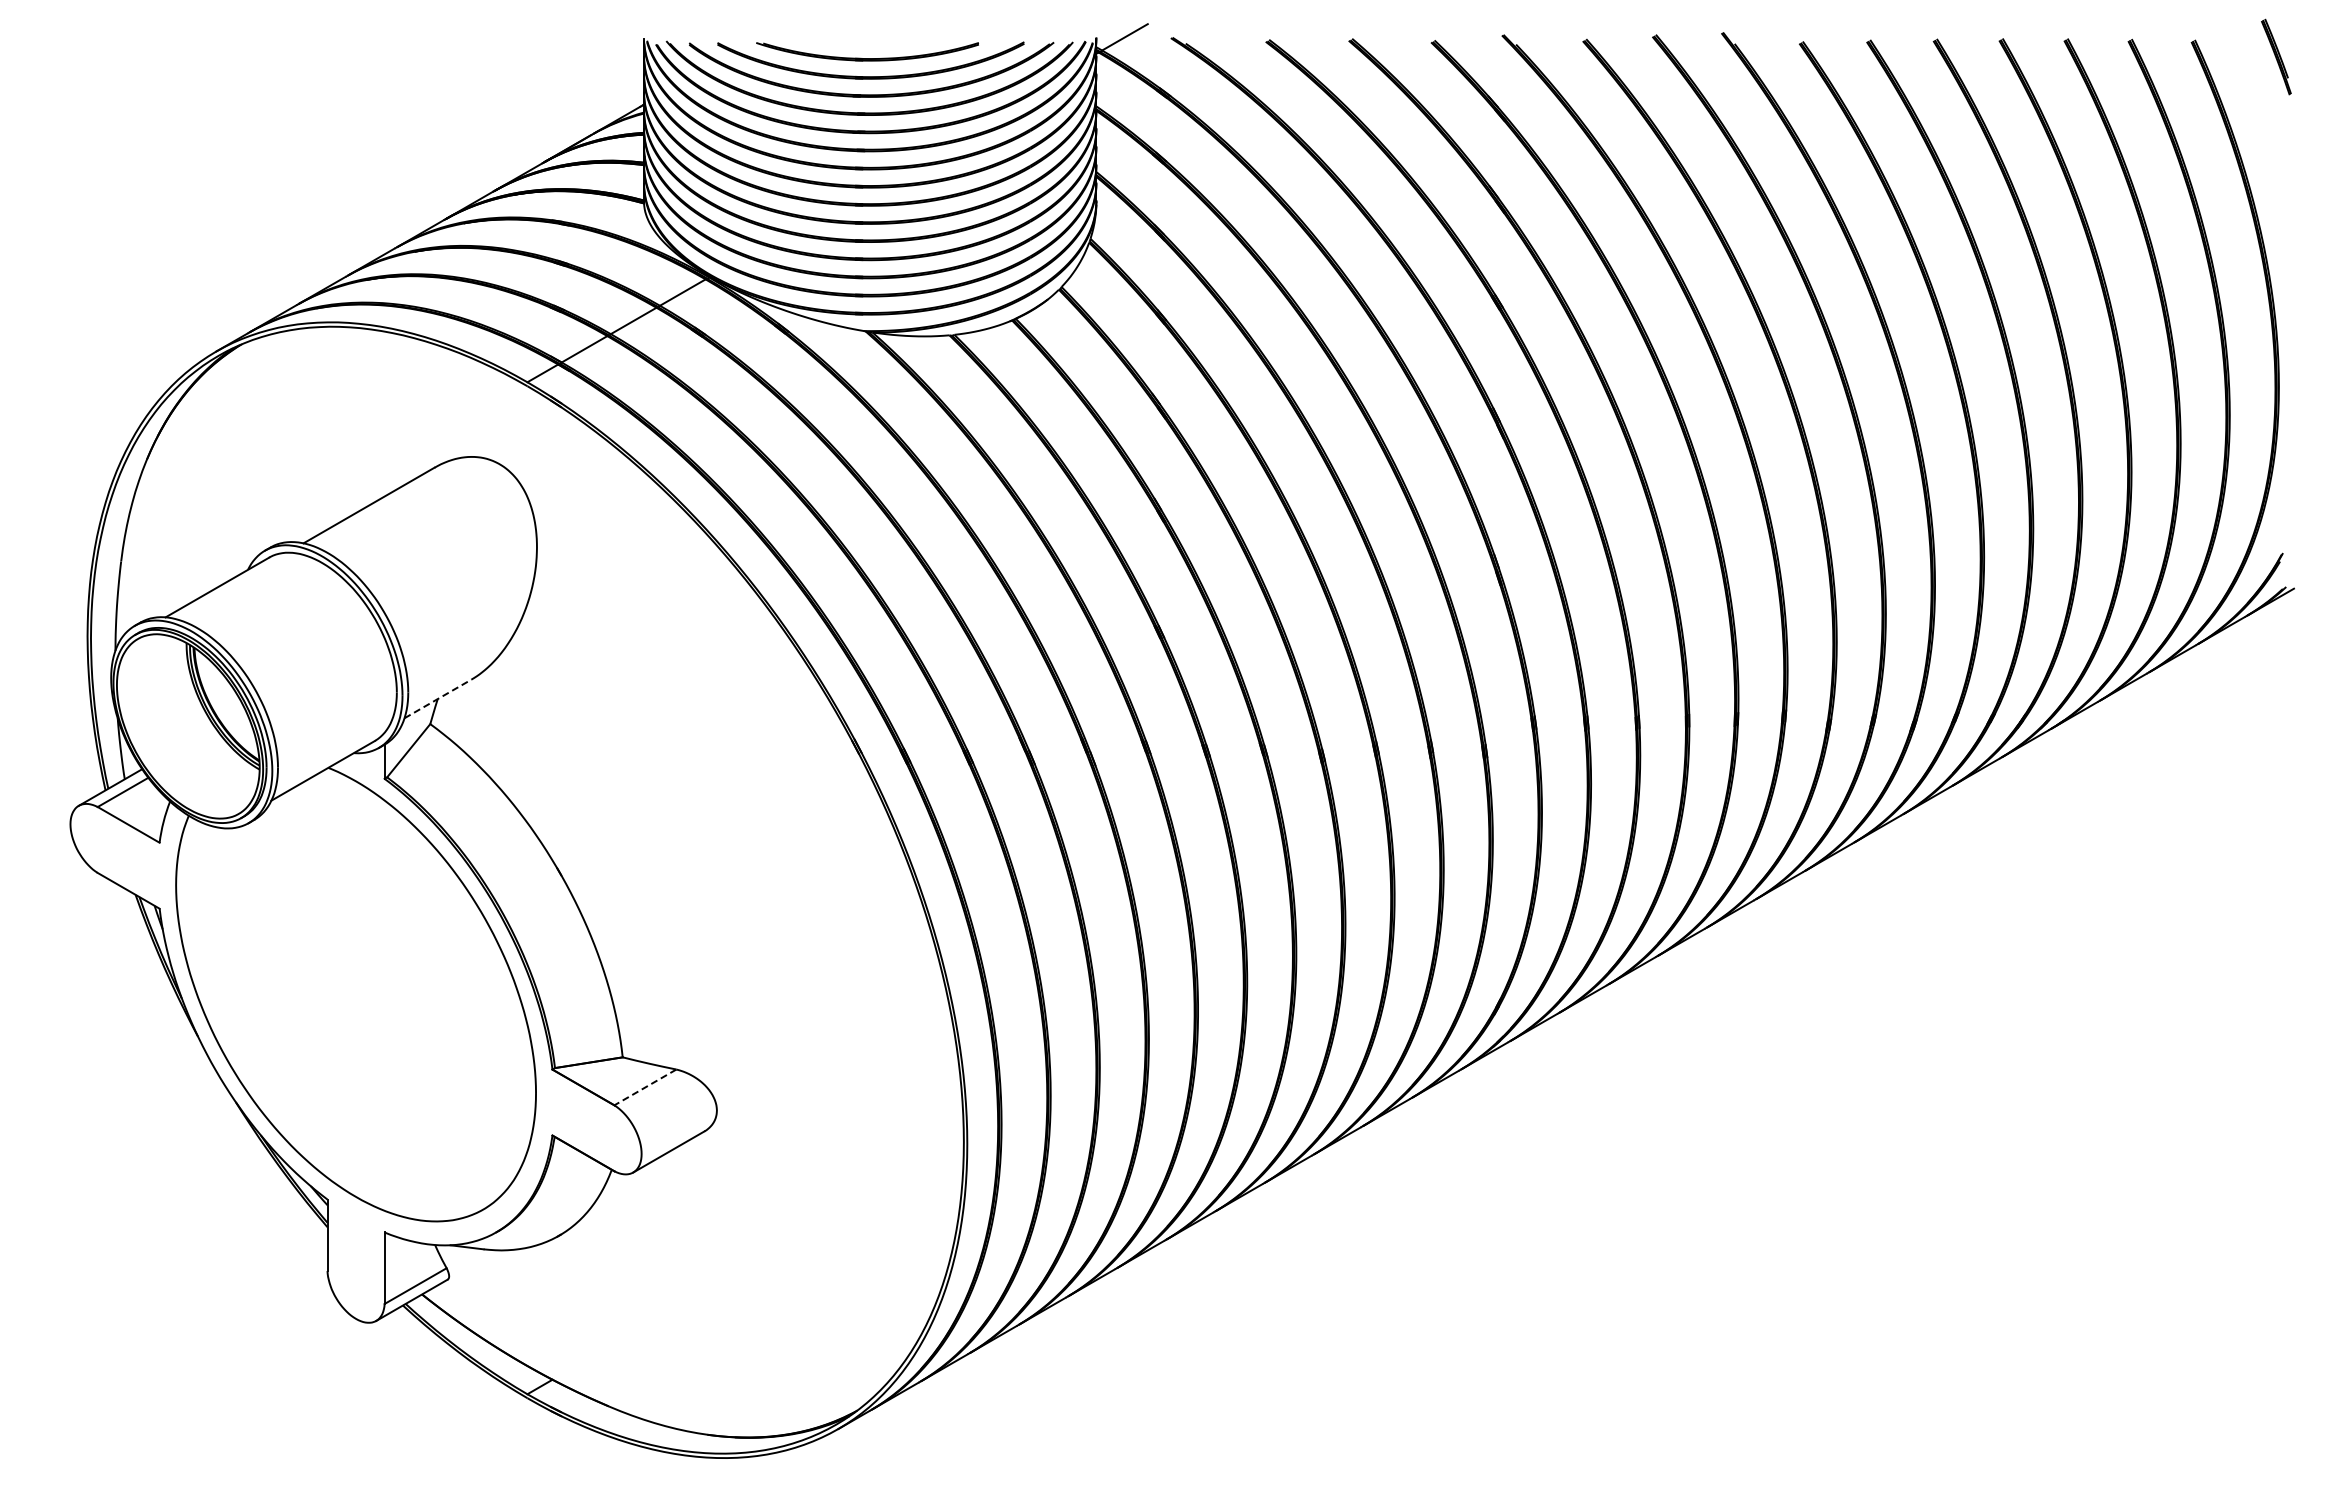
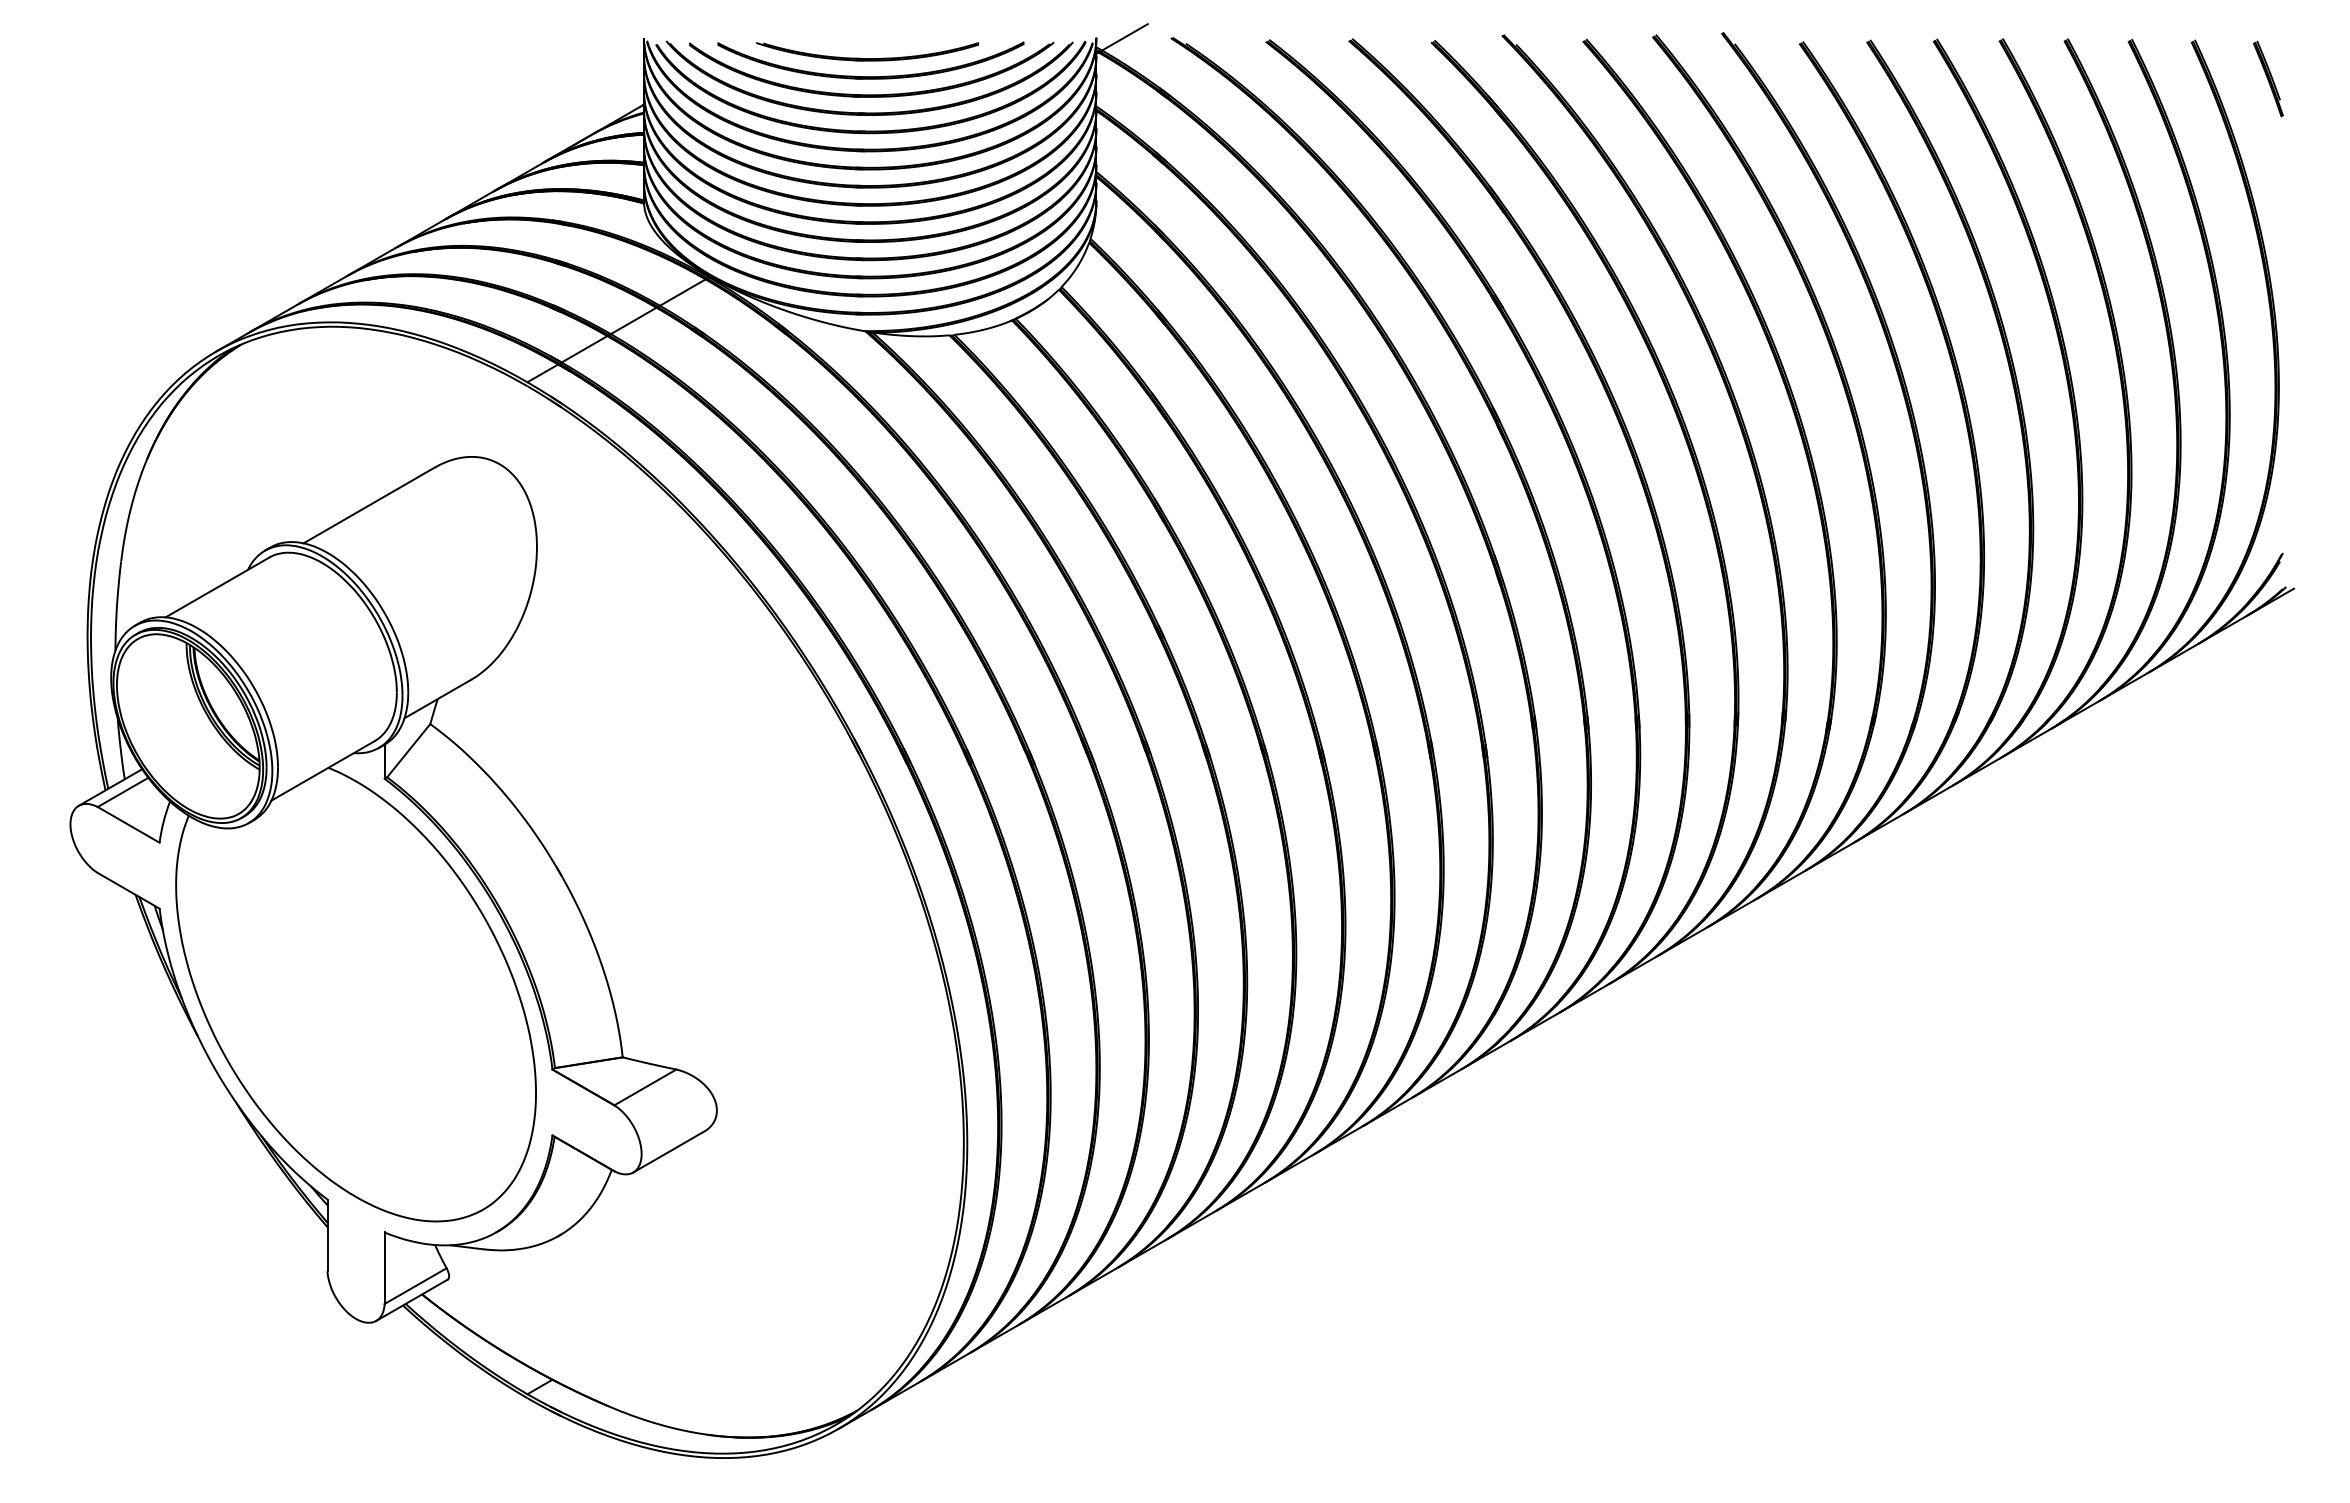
part at (2276, 56) position: (2276, 56) -> (2268, 78)
line at (437, 698): dashed -> solid
line at (645, 1087): dashed -> solid
